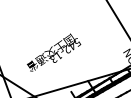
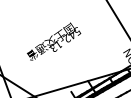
text at (54, 52) position: (54, 52) -> (54, 41)
